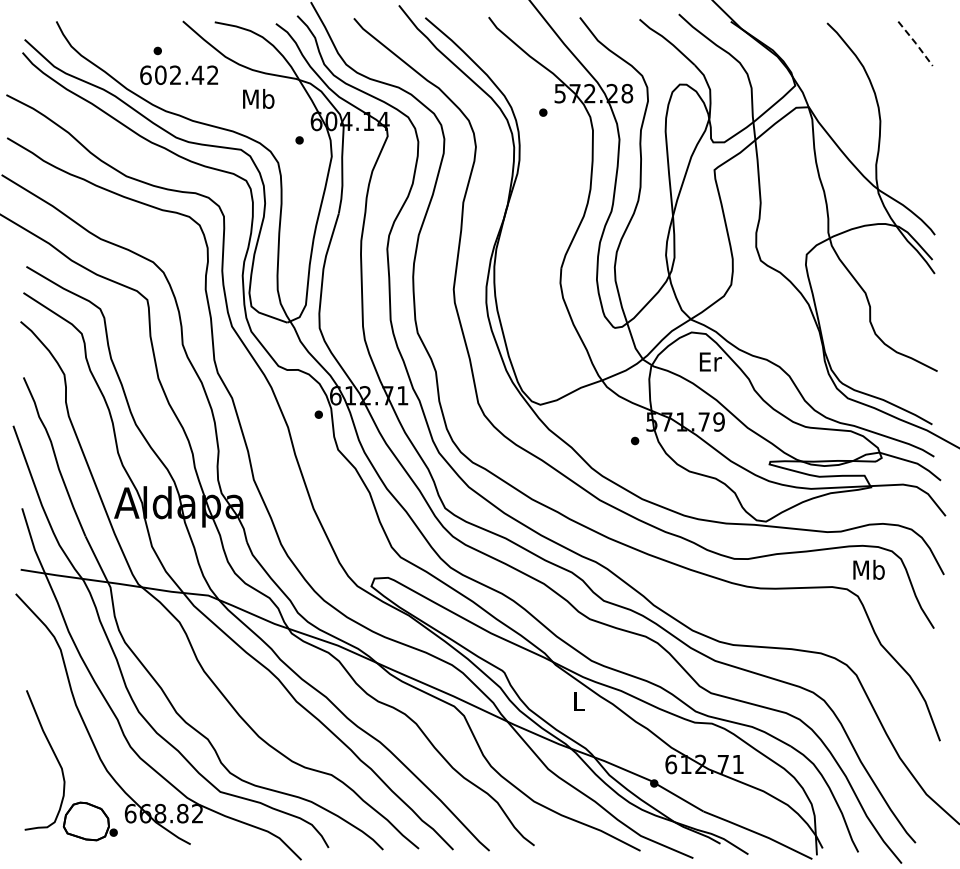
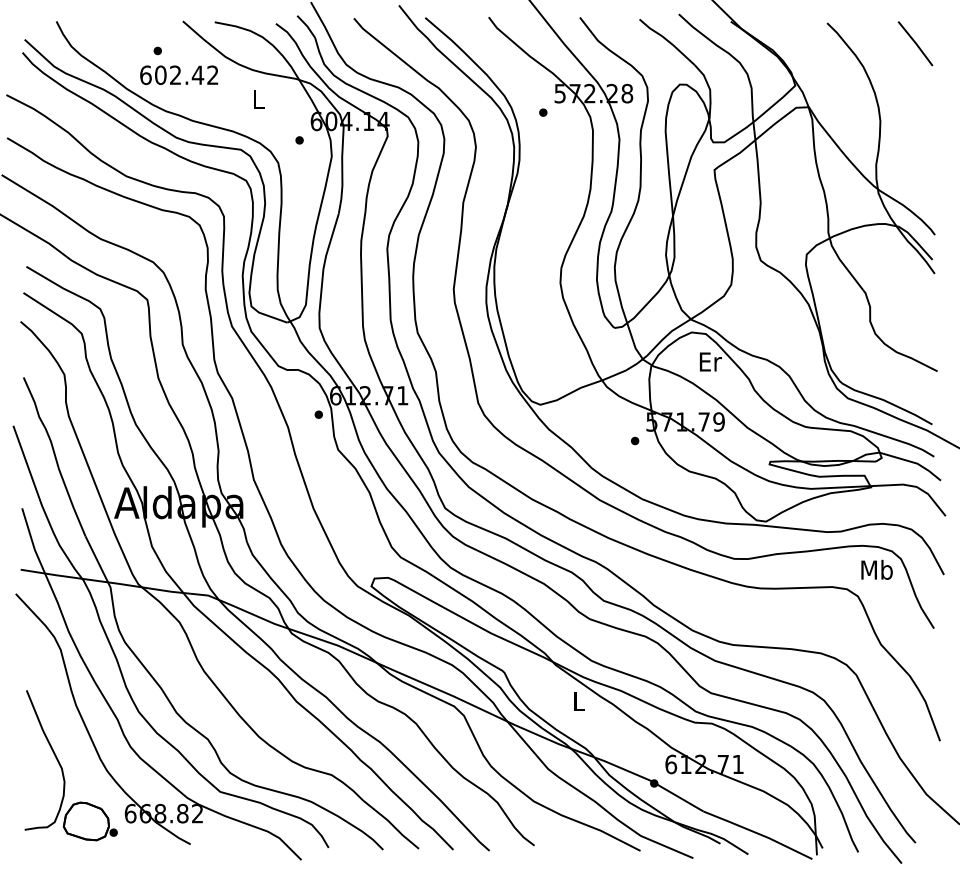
line at (916, 43): dashed -> solid
text at (258, 98): Mb -> L
text at (868, 569) position: (868, 569) -> (876, 569)
